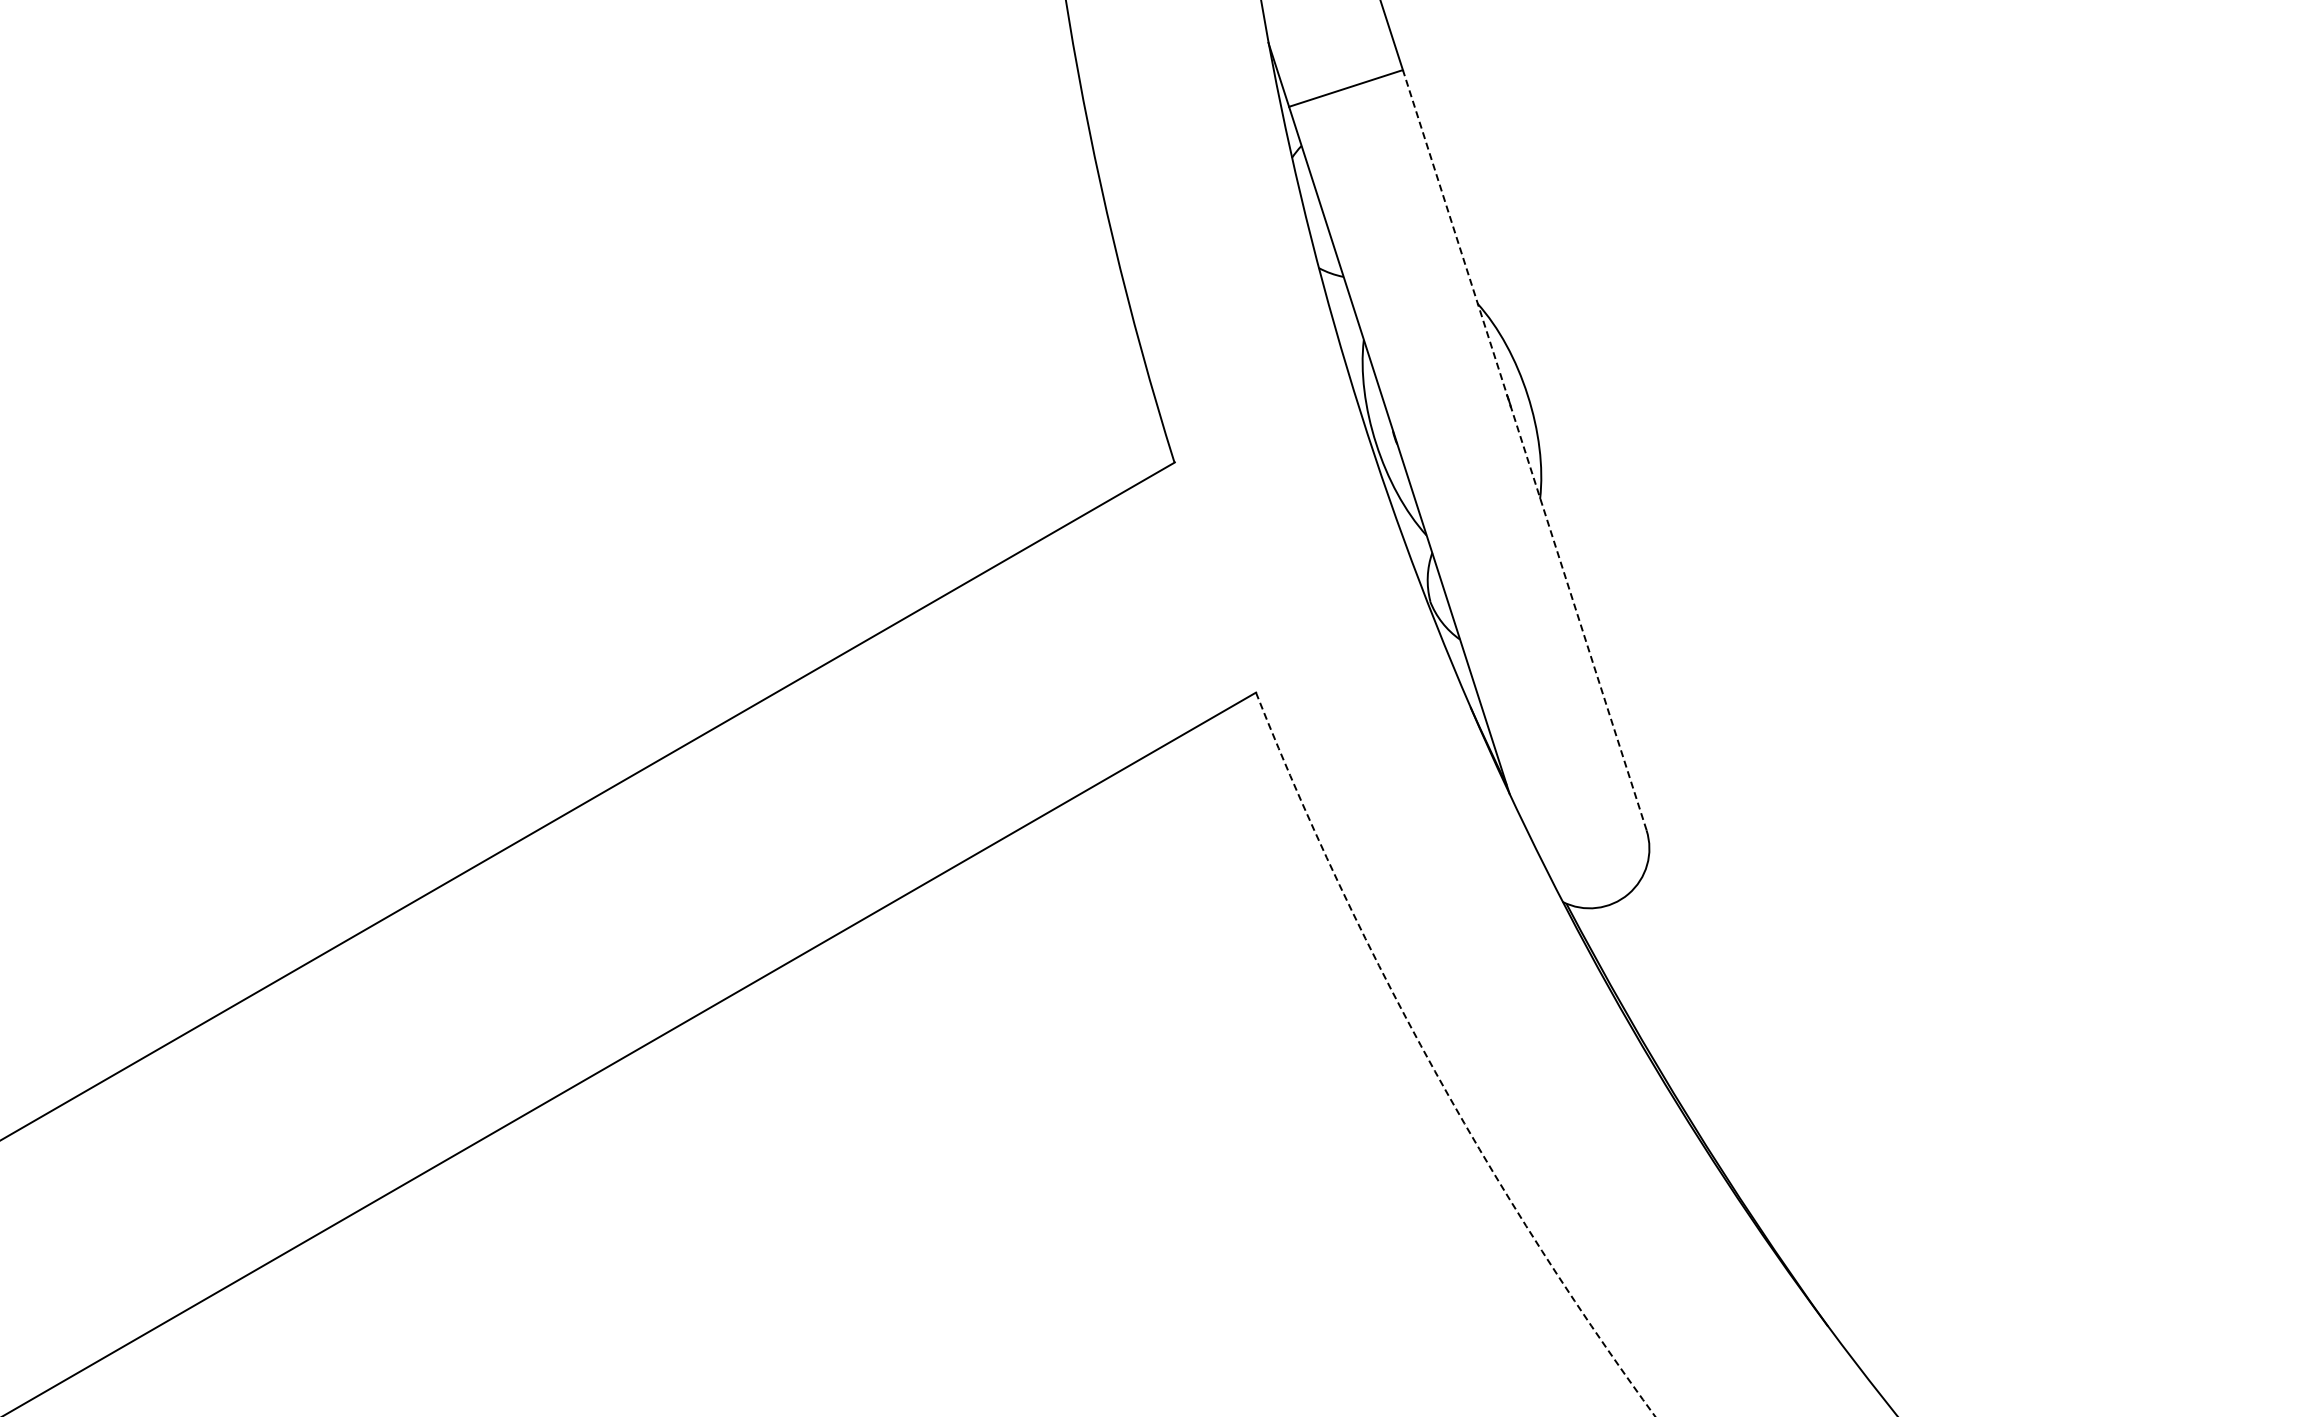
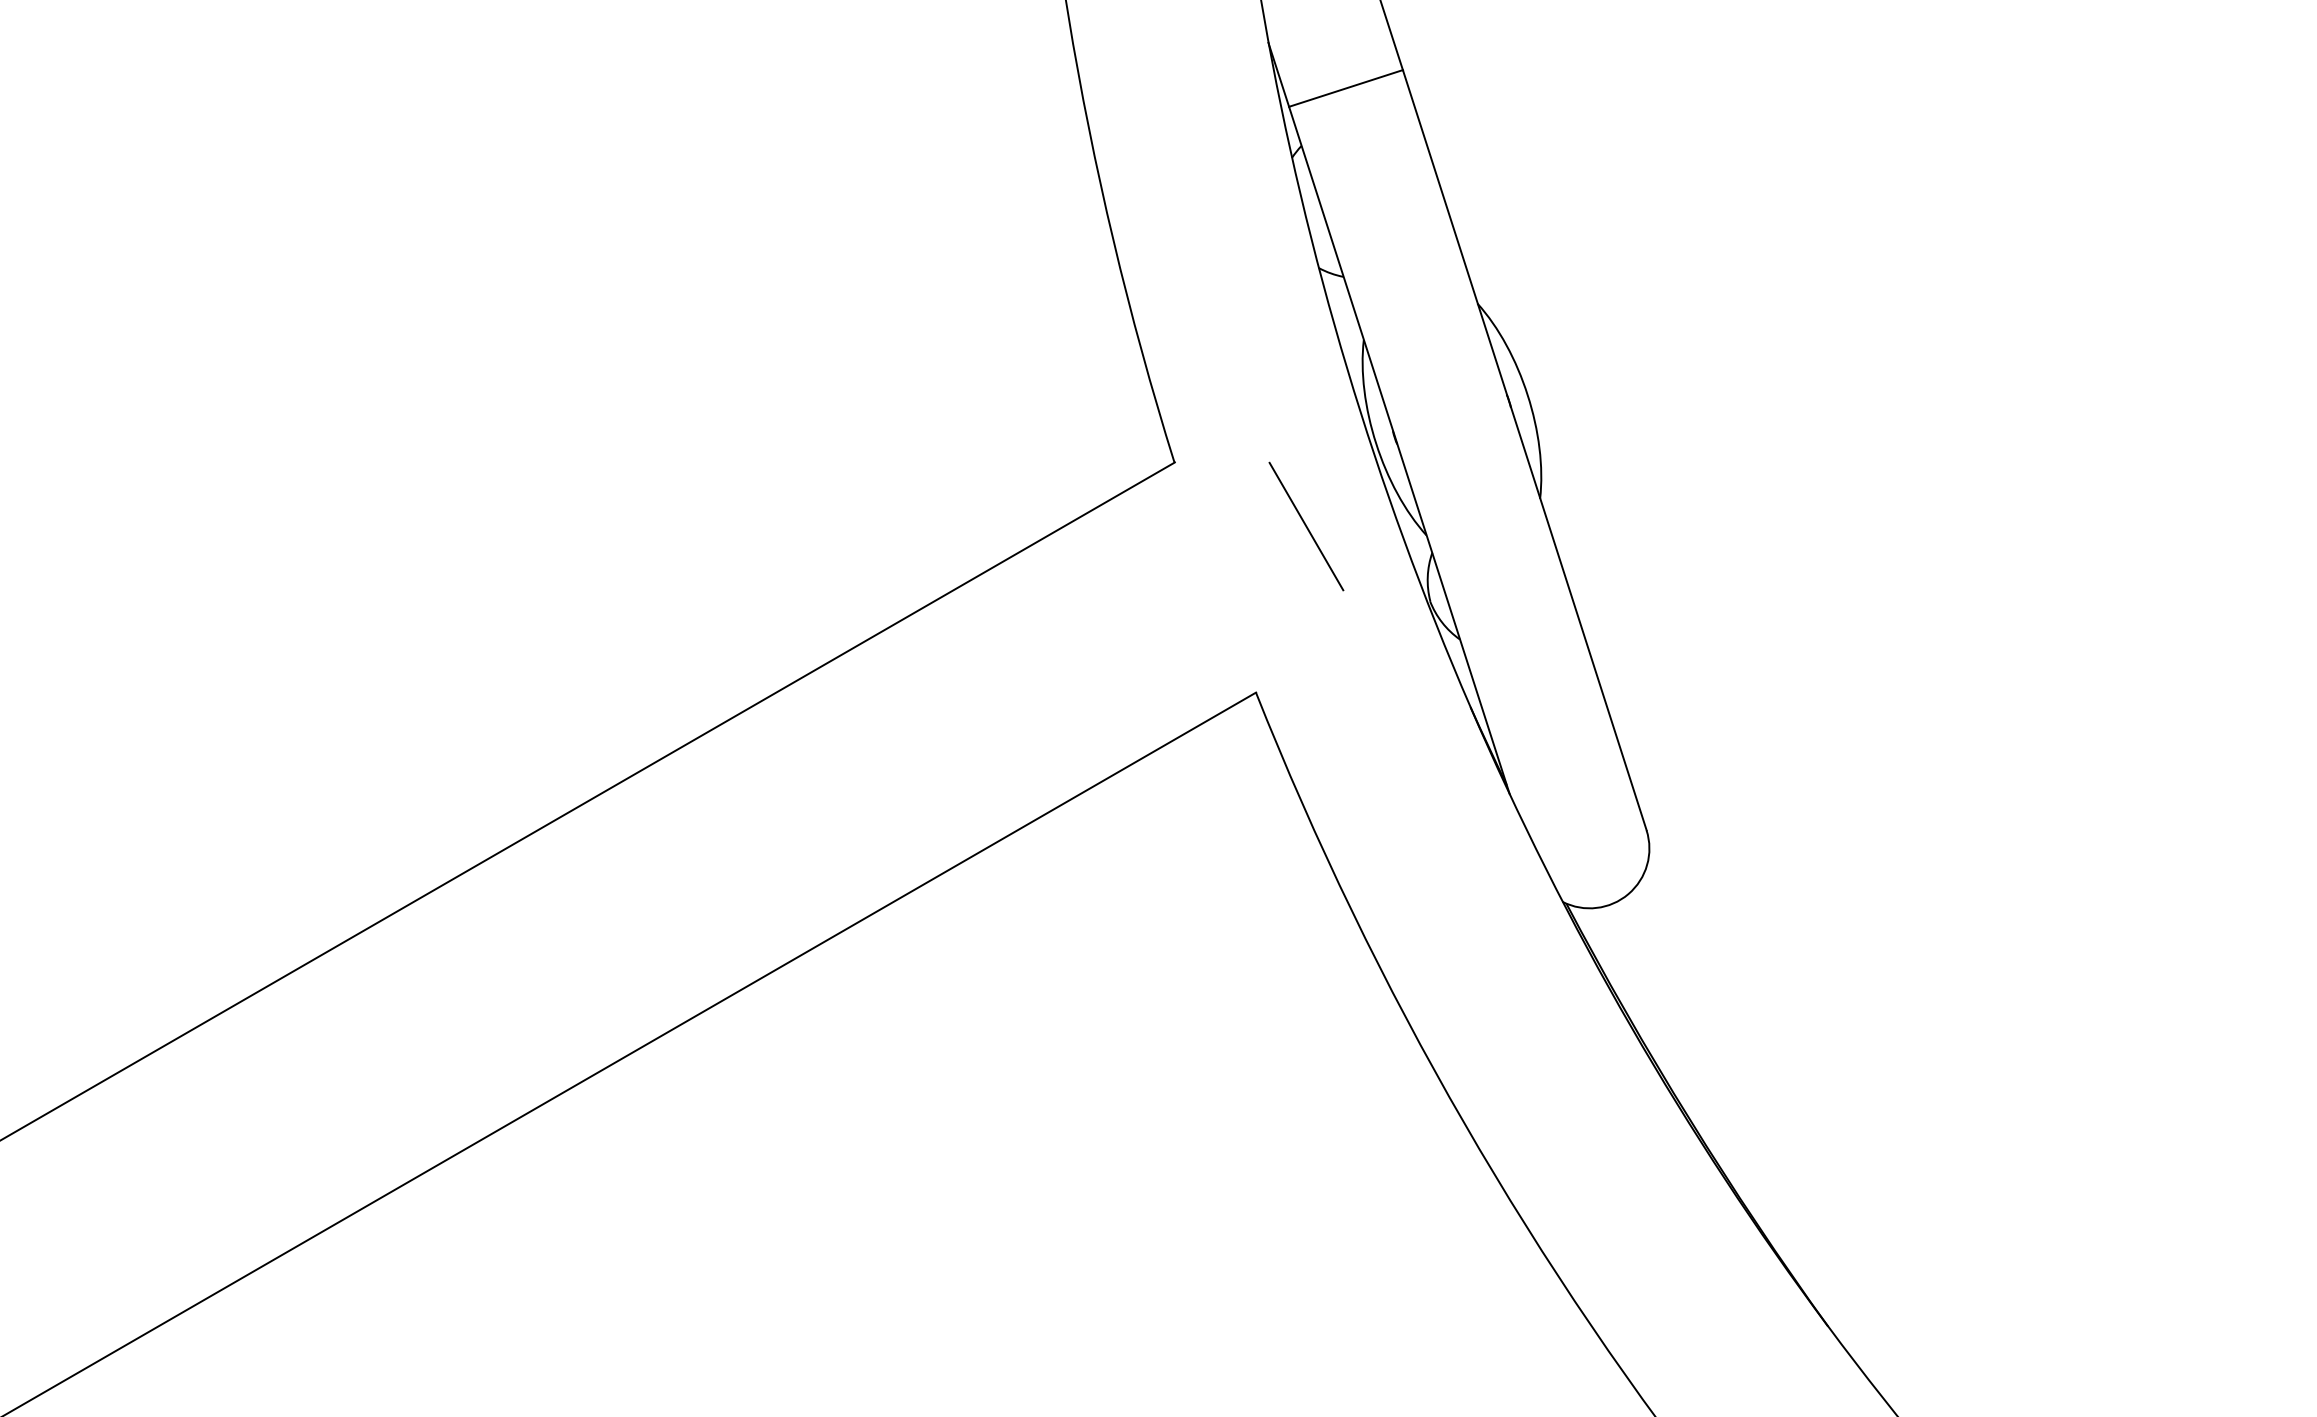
line at (1524, 449): dashed -> solid
line at (1306, 526): none -> present
arc at (1433, 1067): dashed -> solid
